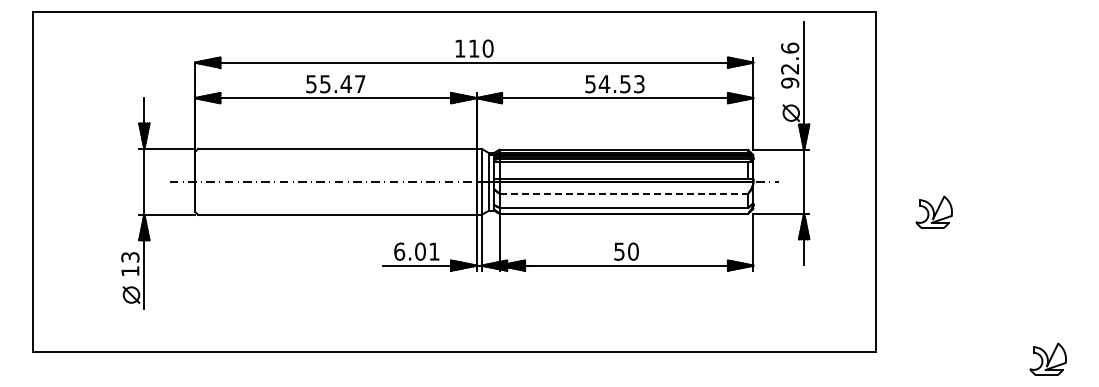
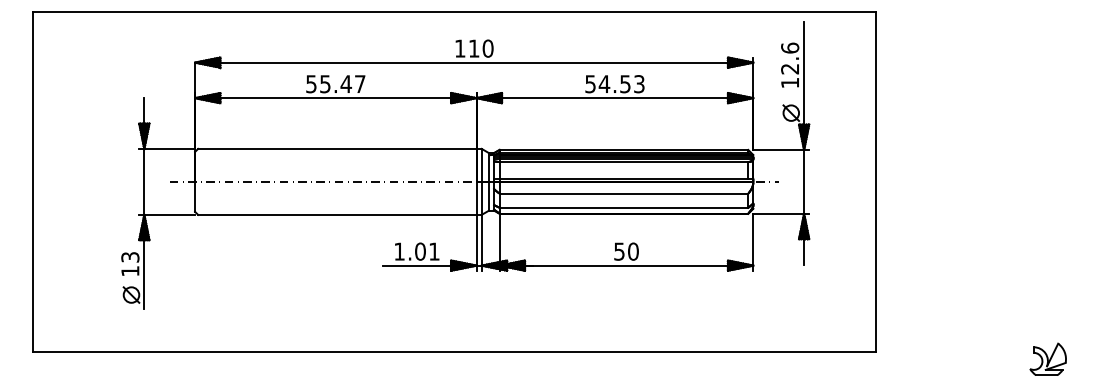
text at (790, 82): 92.6 -> 12.6
line at (624, 193): dashed -> solid
part at (933, 211): present -> none
text at (399, 251): 6.01 -> 1.01
